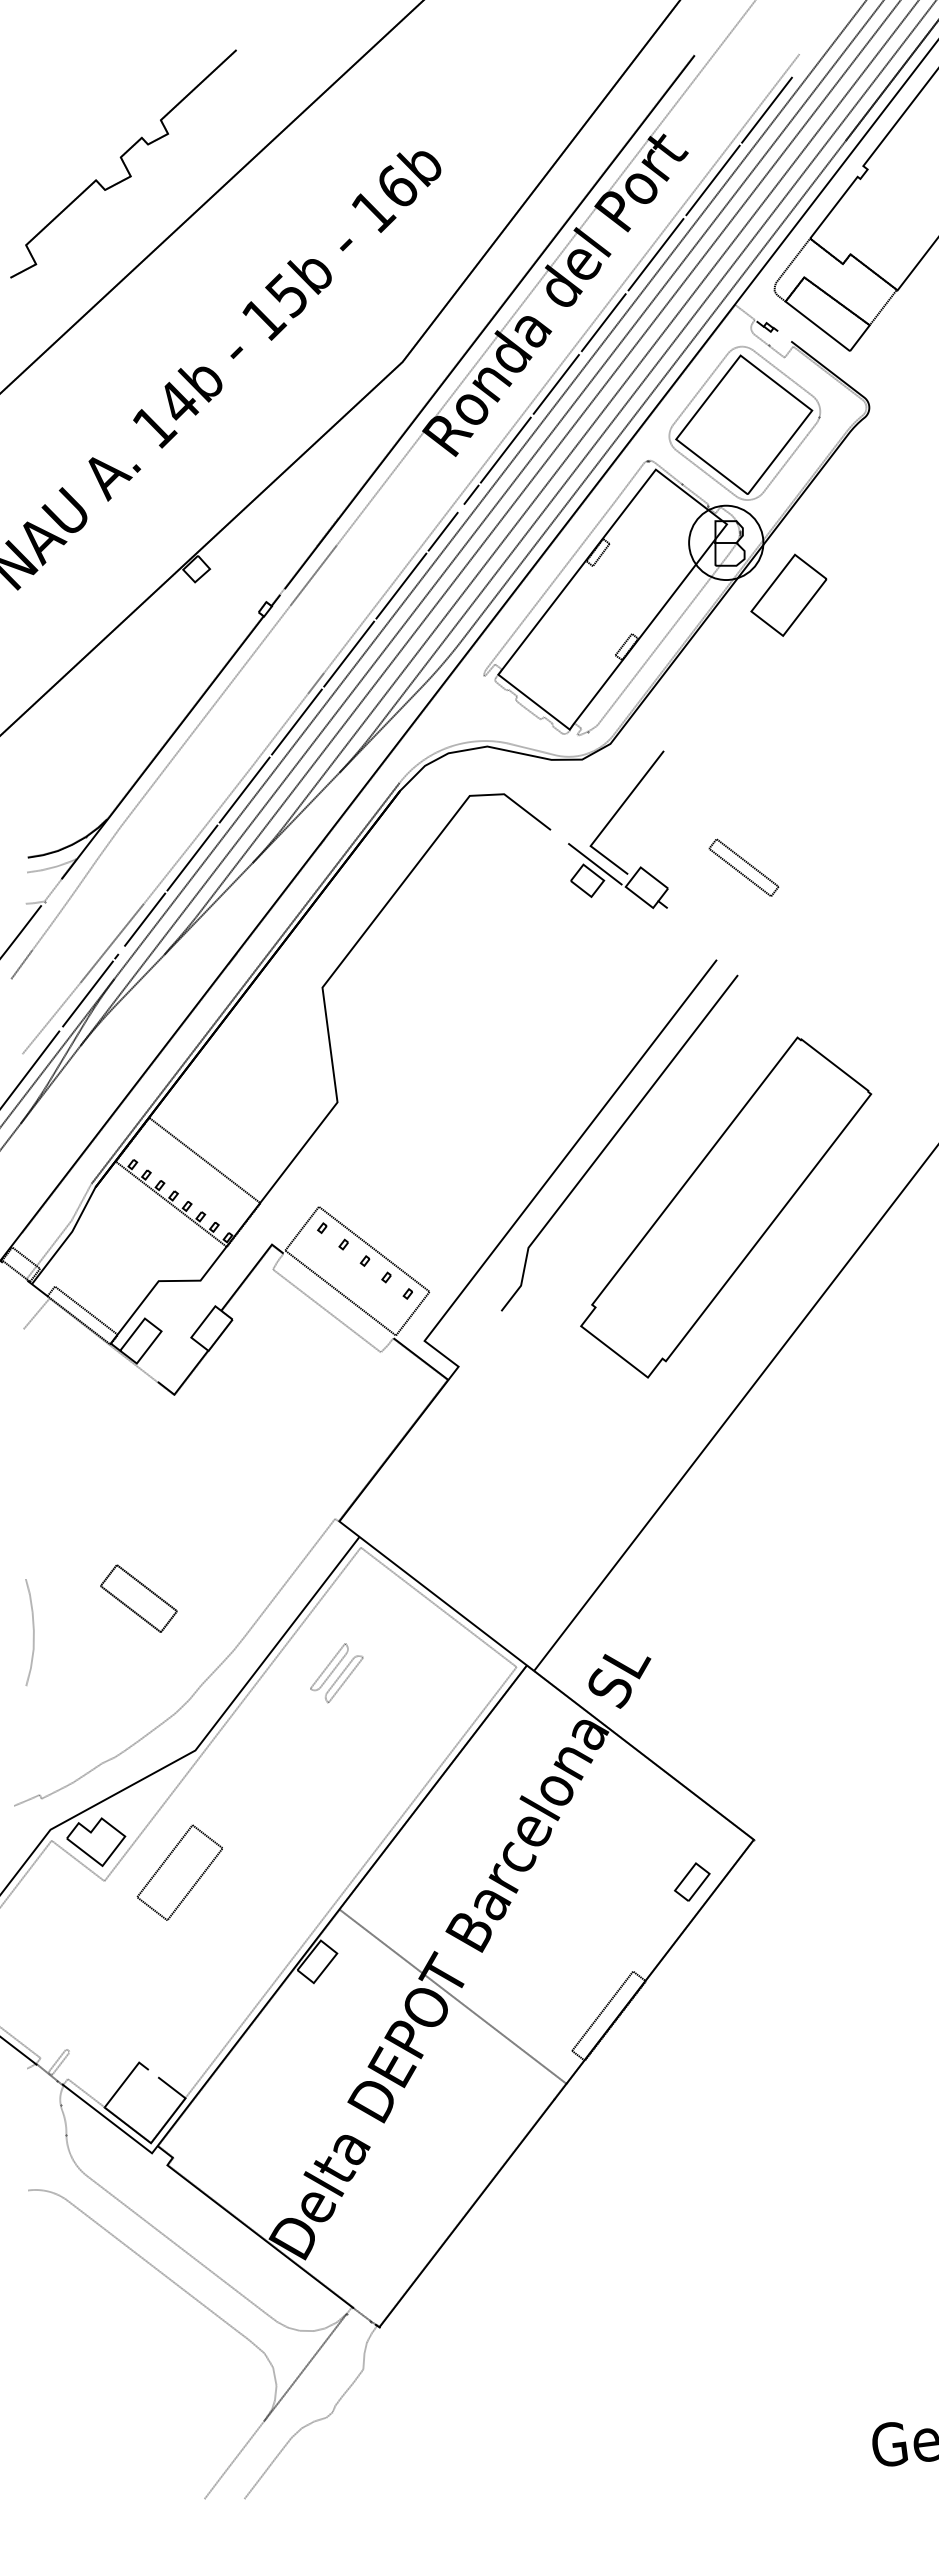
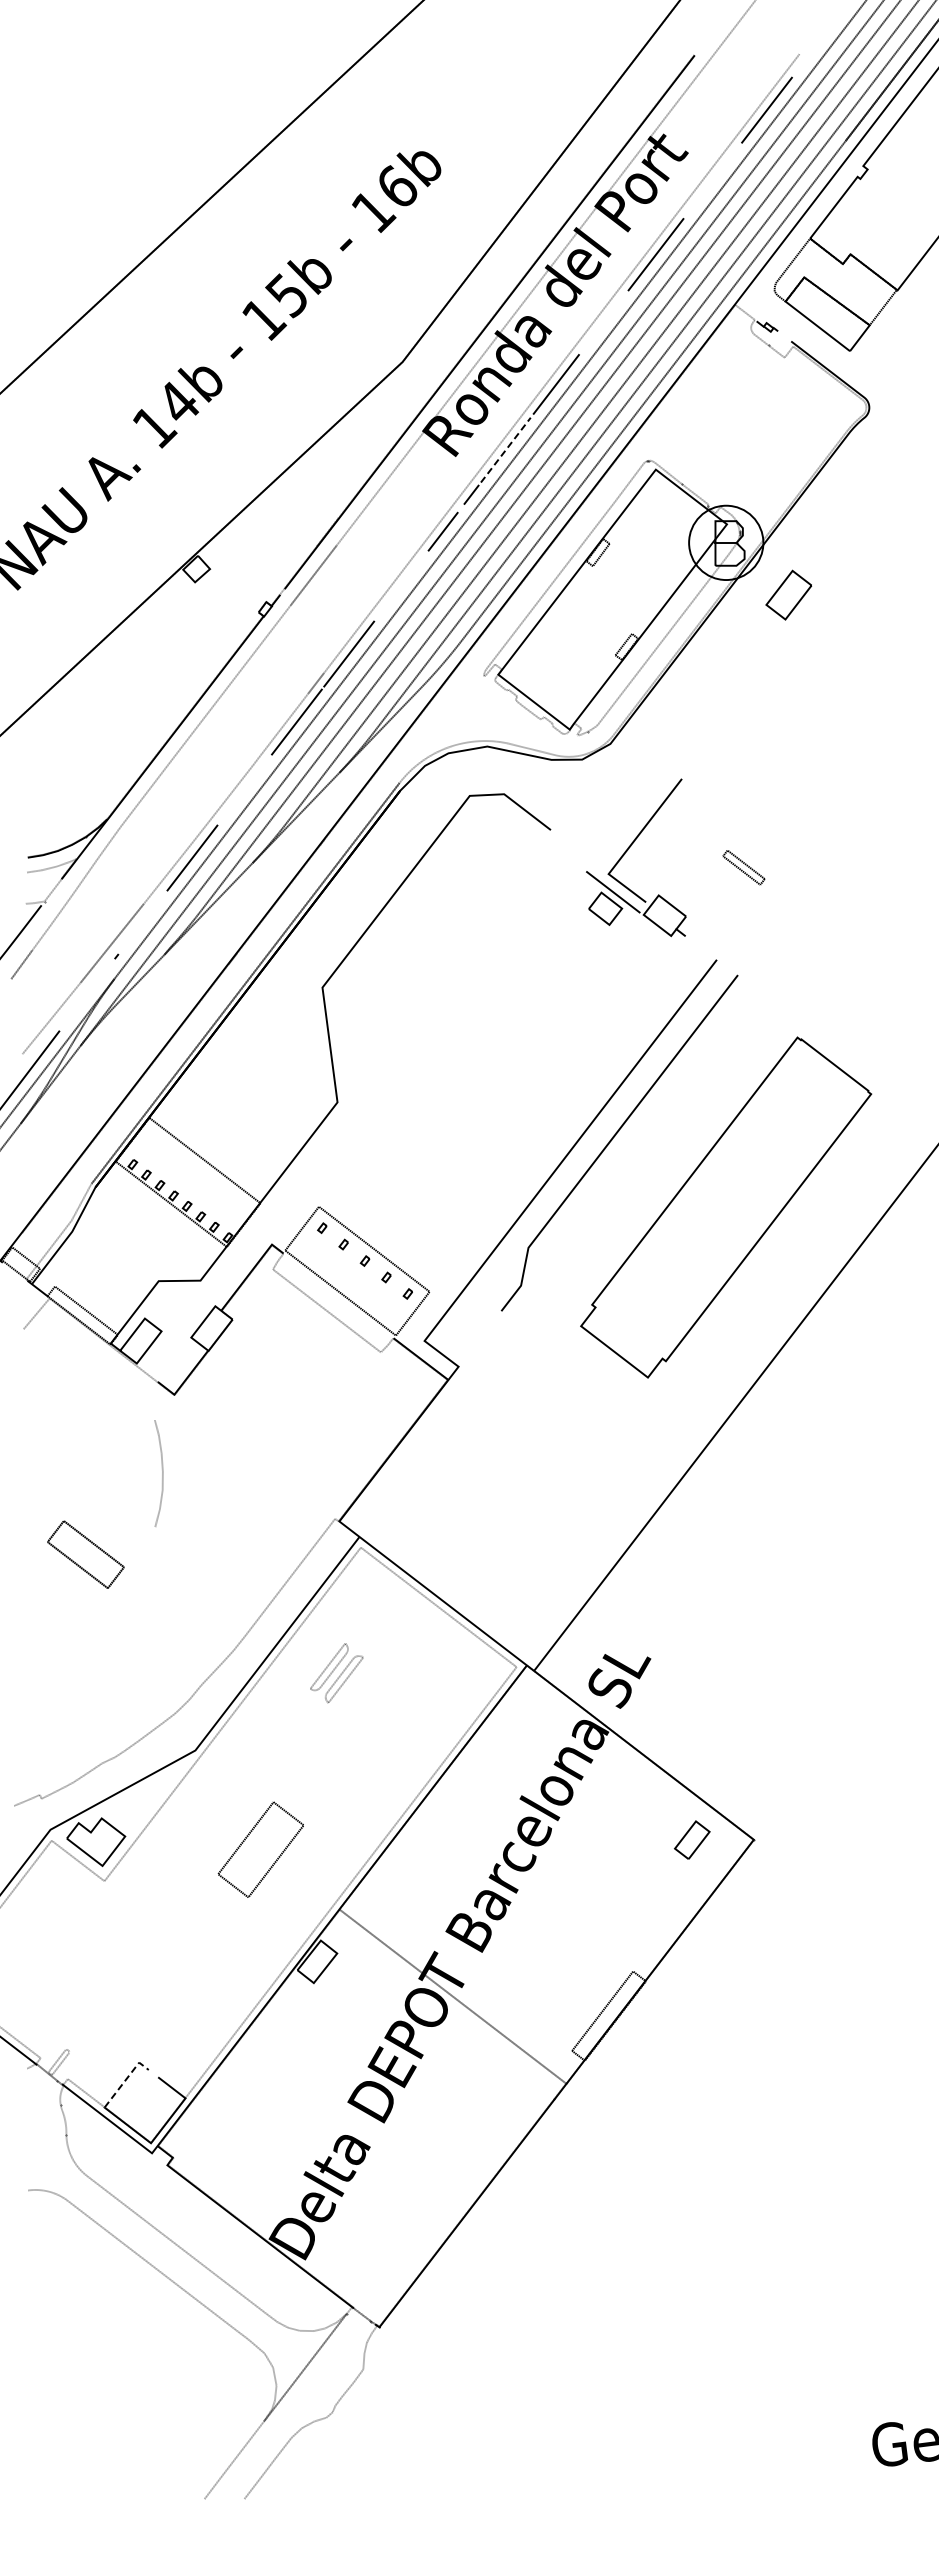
part at (123, 163): present -> none
line at (712, 180): present -> none
line at (603, 322): present -> none
part at (744, 423): present -> none
line at (505, 450): solid -> dashed
line at (401, 585): present -> none
part at (788, 594) size: 78x84 px -> 48x52 px
line at (244, 789): present -> none
part at (610, 822) position: (610, 822) -> (628, 850)
part at (743, 867) size: 72x59 px -> 44x36 px
line at (145, 919): present -> none
line at (87, 993): present -> none
part at (138, 1598) position: (138, 1598) -> (85, 1554)
curve at (33, 1632) position: (33, 1632) -> (162, 1473)
part at (179, 1872) position: (179, 1872) -> (260, 1849)
part at (692, 1881) position: (692, 1881) -> (692, 1839)
line at (126, 2079): solid -> dashed
